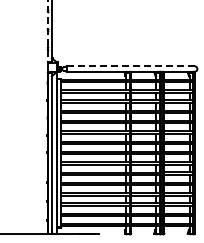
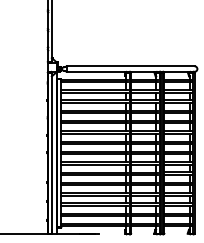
line at (47, 31): dashed -> solid
line at (130, 66): dashed -> solid
